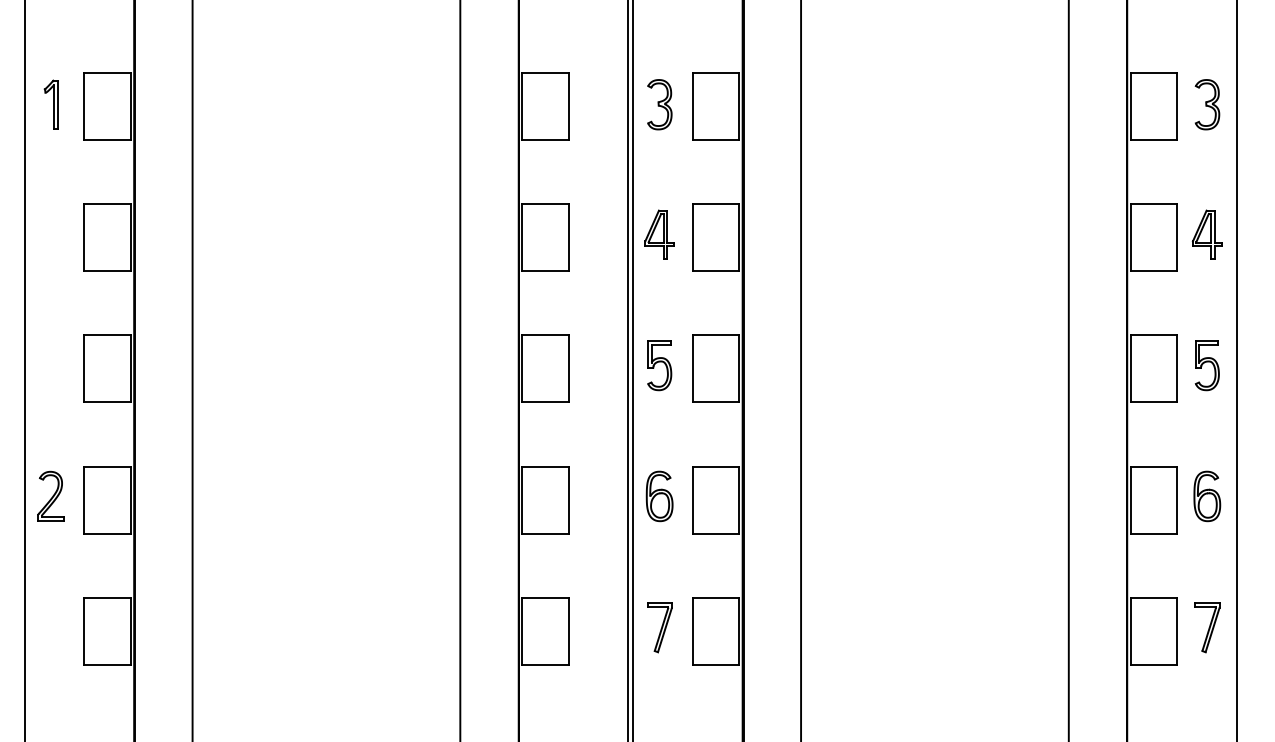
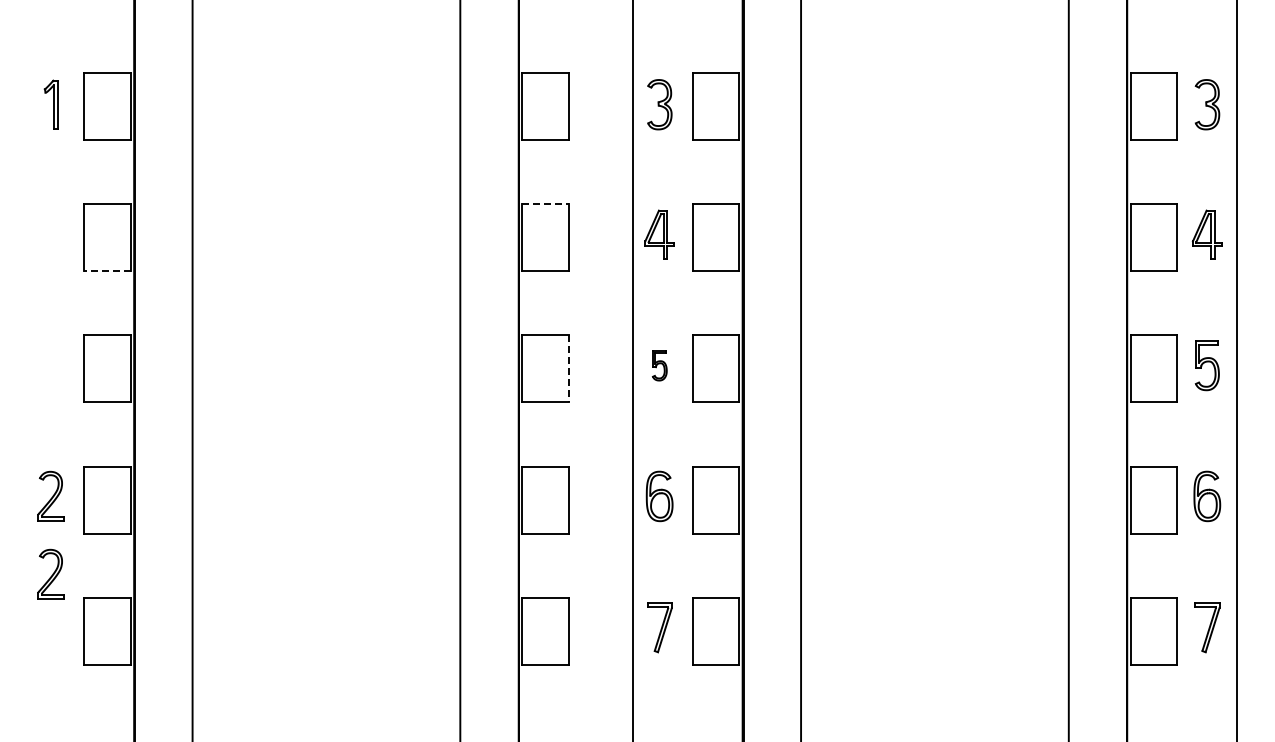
line at (546, 204): solid -> dashed
line at (106, 270): solid -> dashed
part at (659, 365) size: 26x52 px -> 16x32 px
line at (568, 369): solid -> dashed
line at (24, 370): present -> none
line at (628, 370): present -> none
part at (50, 573): none -> present
